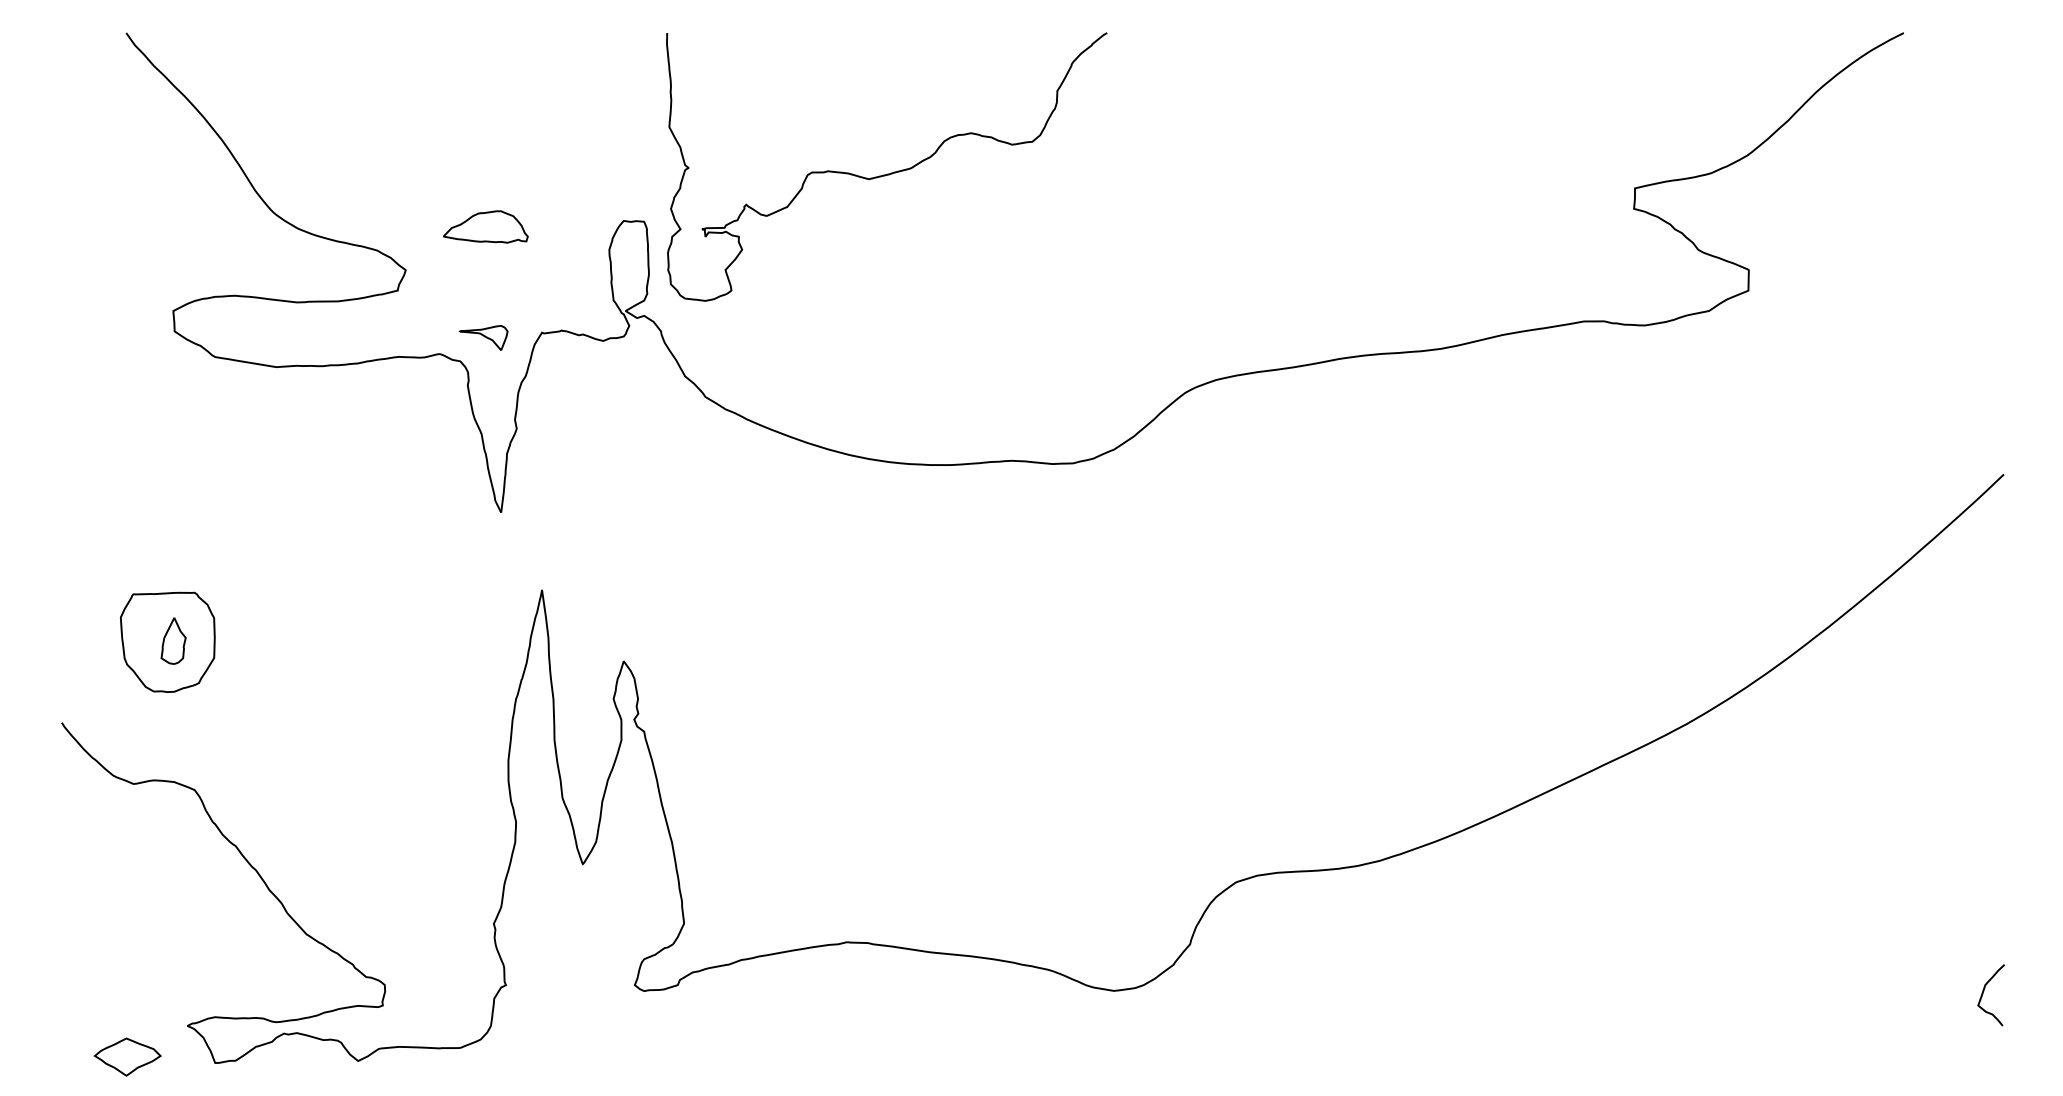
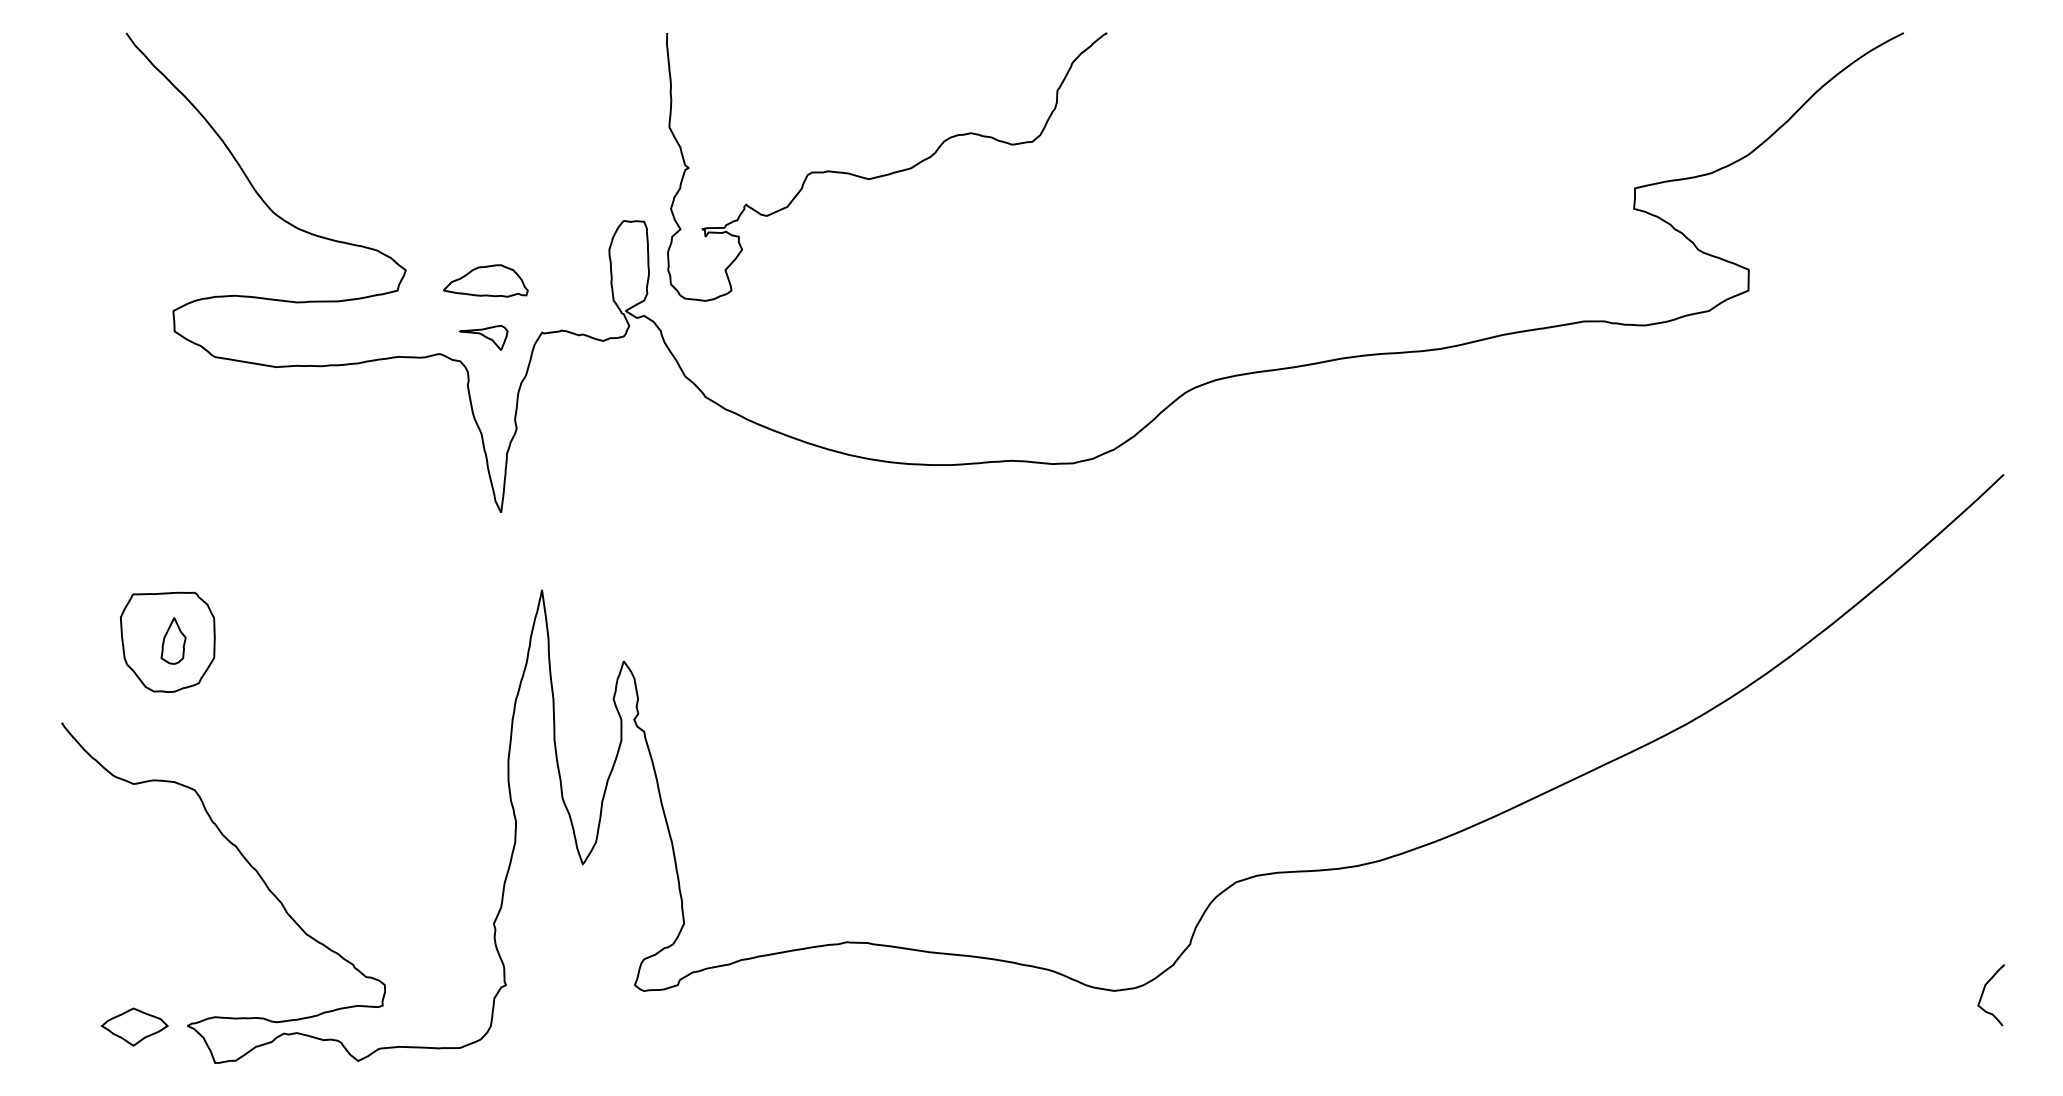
part at (485, 226) position: (485, 226) -> (485, 280)
part at (127, 1056) position: (127, 1056) -> (134, 1026)
